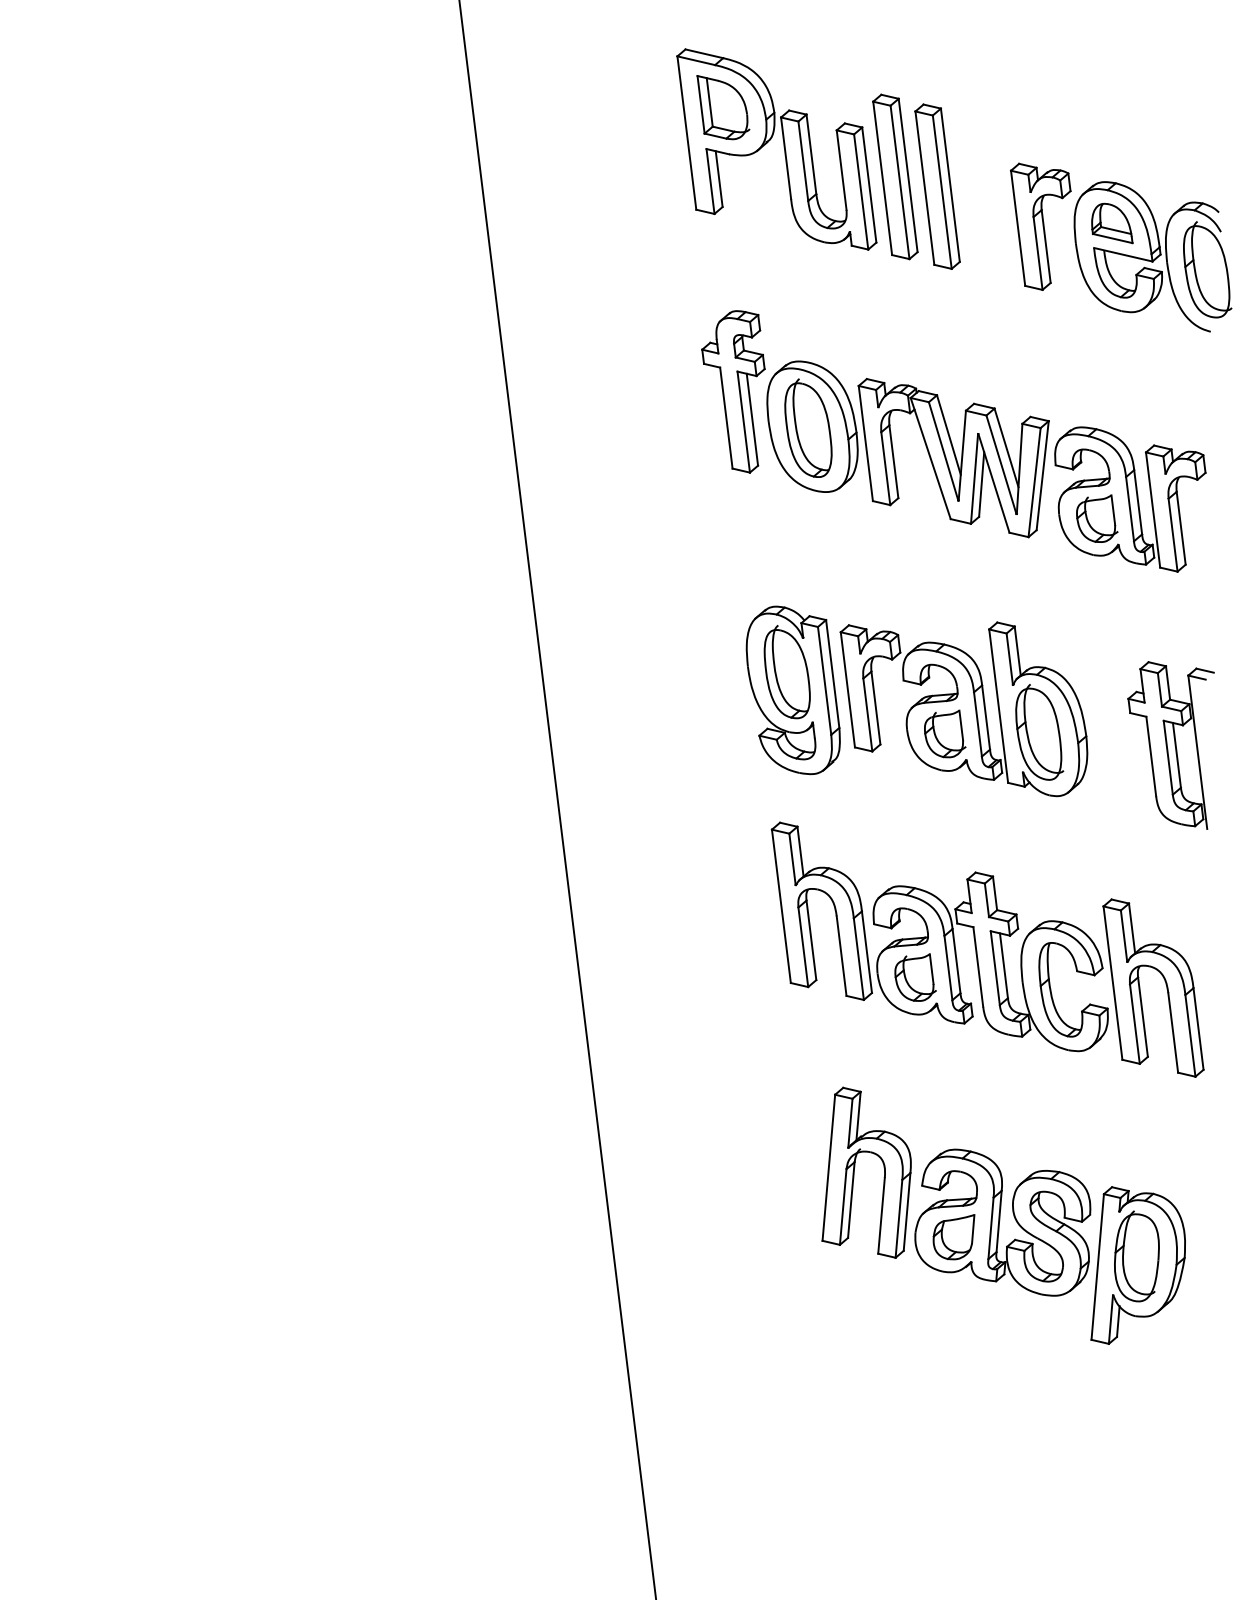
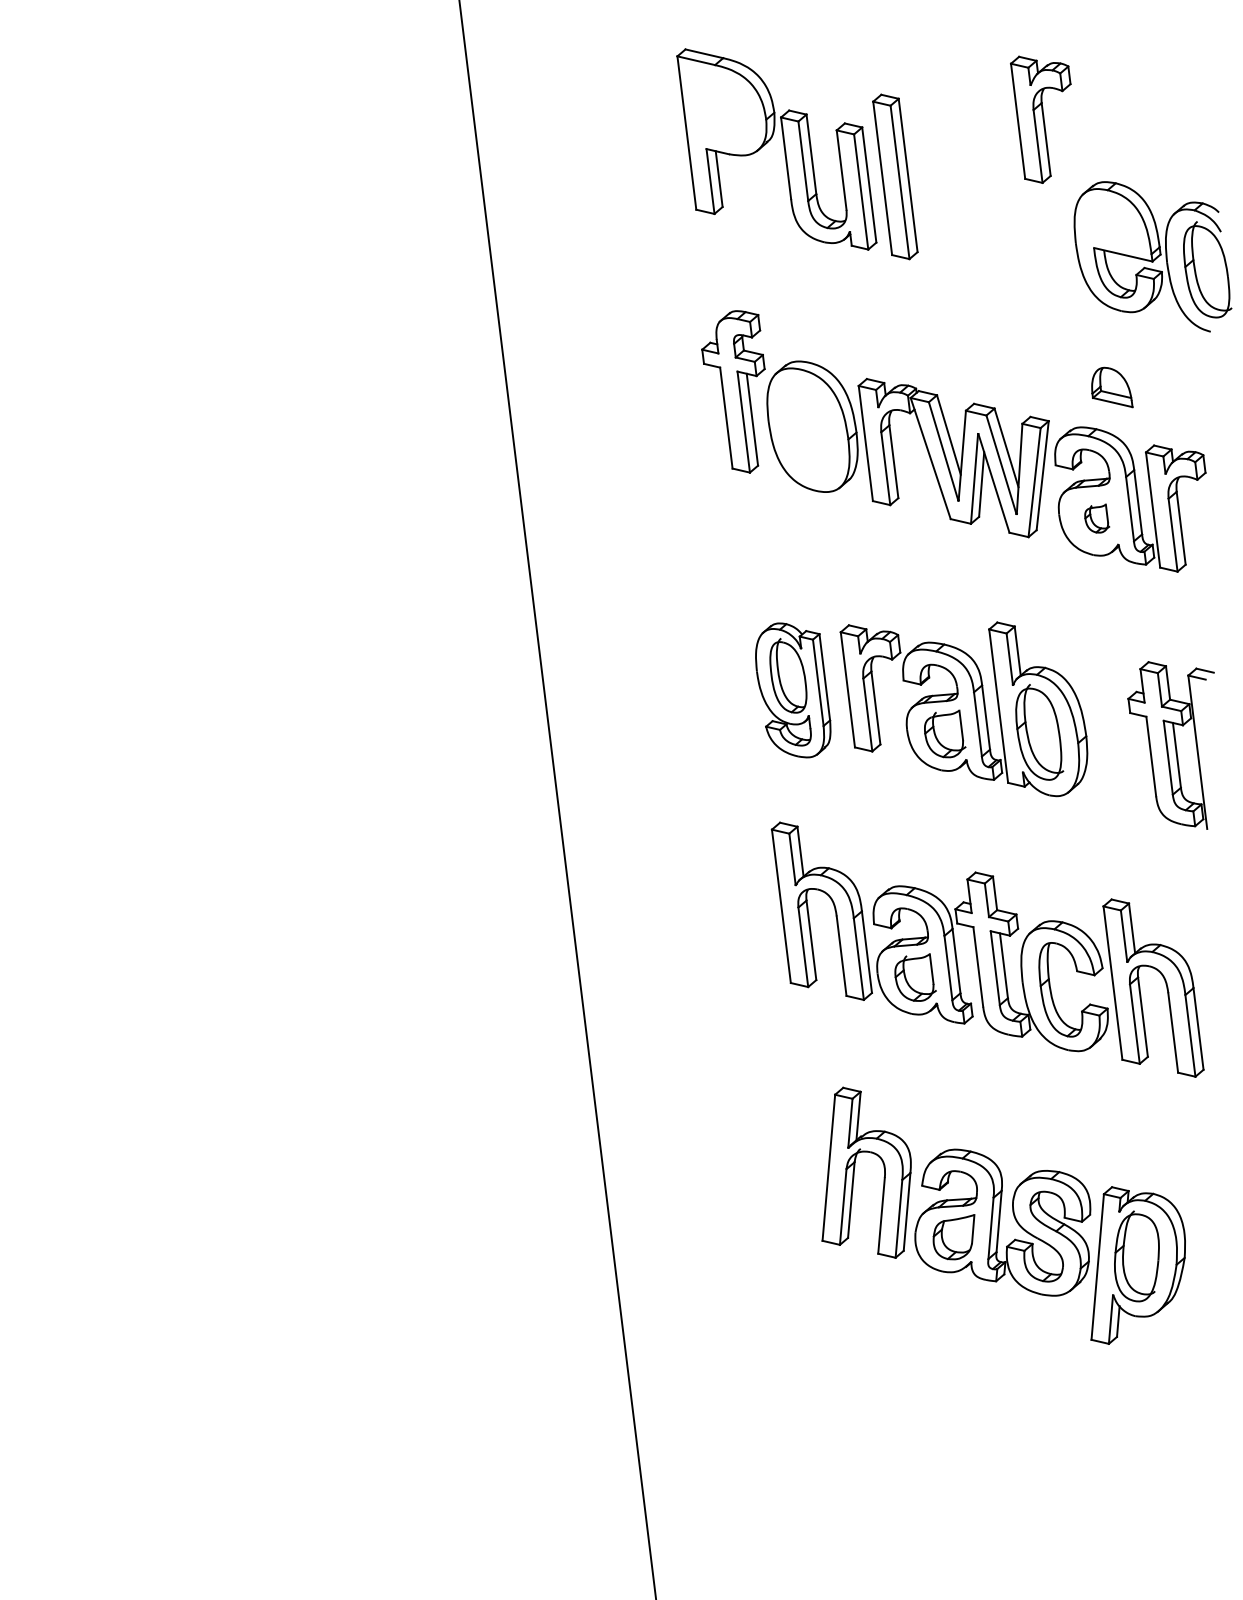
part at (723, 107): present -> none
part at (937, 186): present -> none
part at (1112, 223) position: (1112, 223) -> (1112, 387)
part at (1040, 226) position: (1040, 226) -> (1040, 119)
part at (808, 427): present -> none
part at (1097, 518) size: 43x49 px -> 27x31 px
part at (792, 690) size: 96x171 px -> 77x137 px
